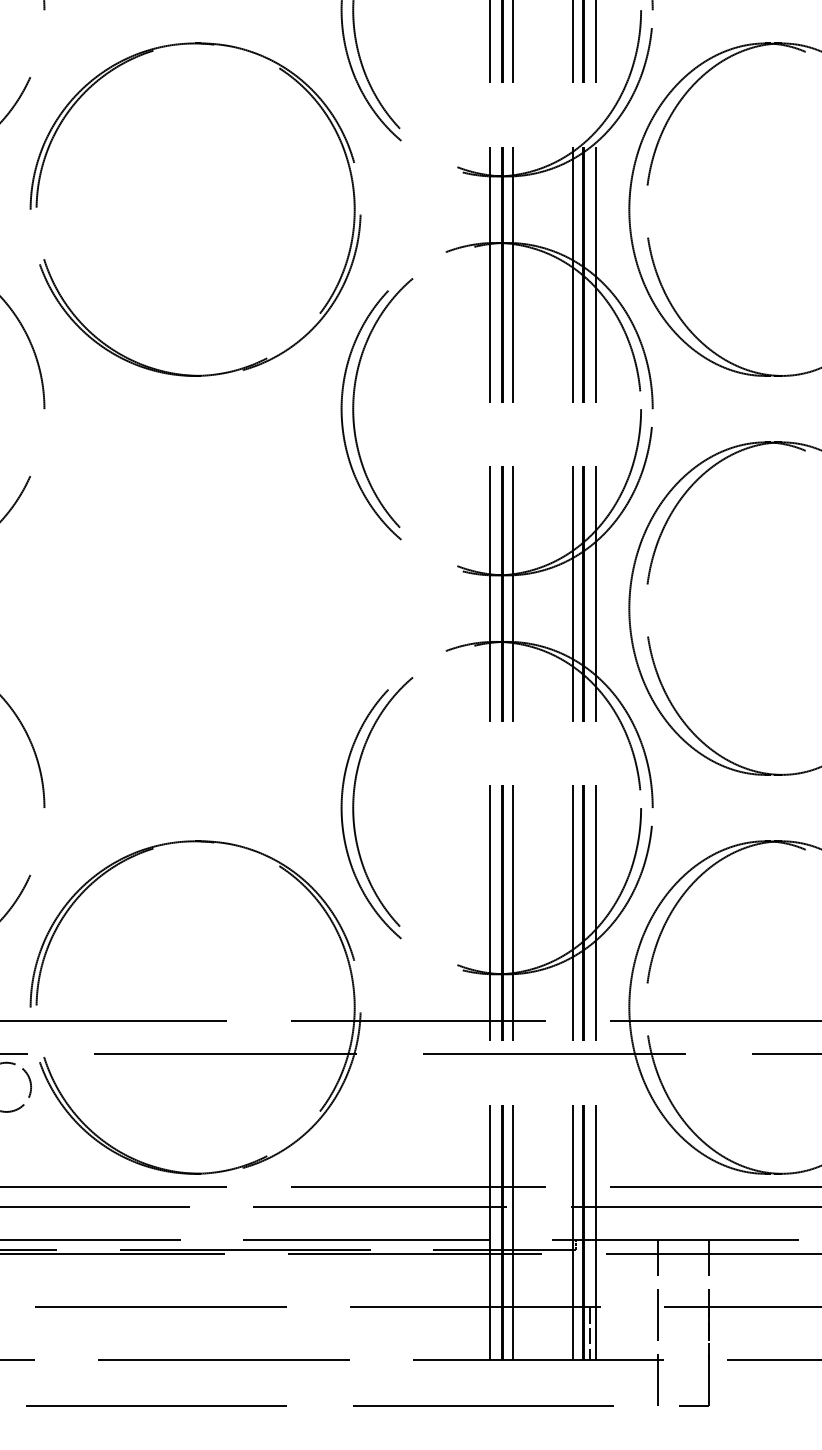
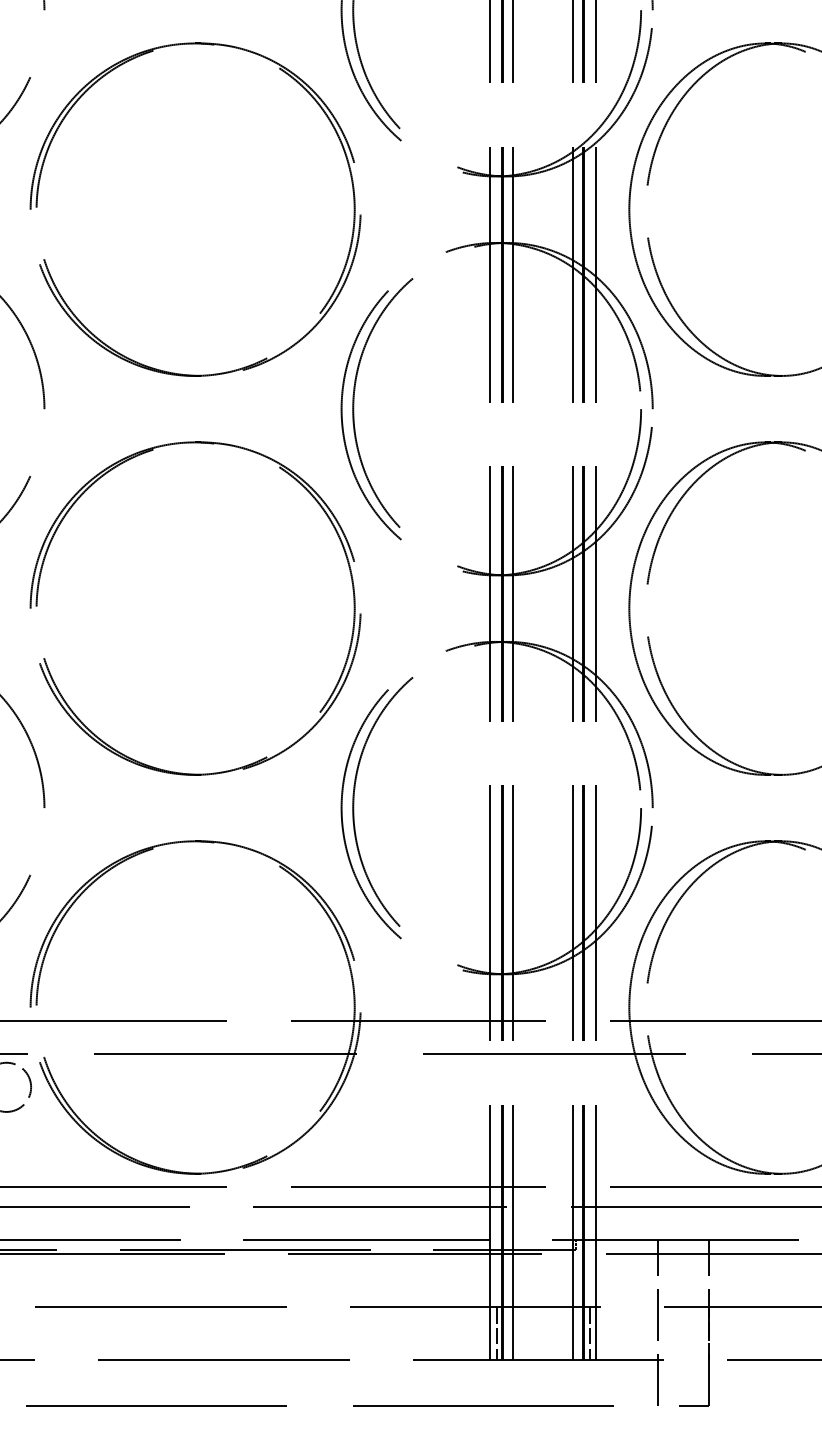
part at (38, 594): none -> present
line at (496, 1332): none -> present
